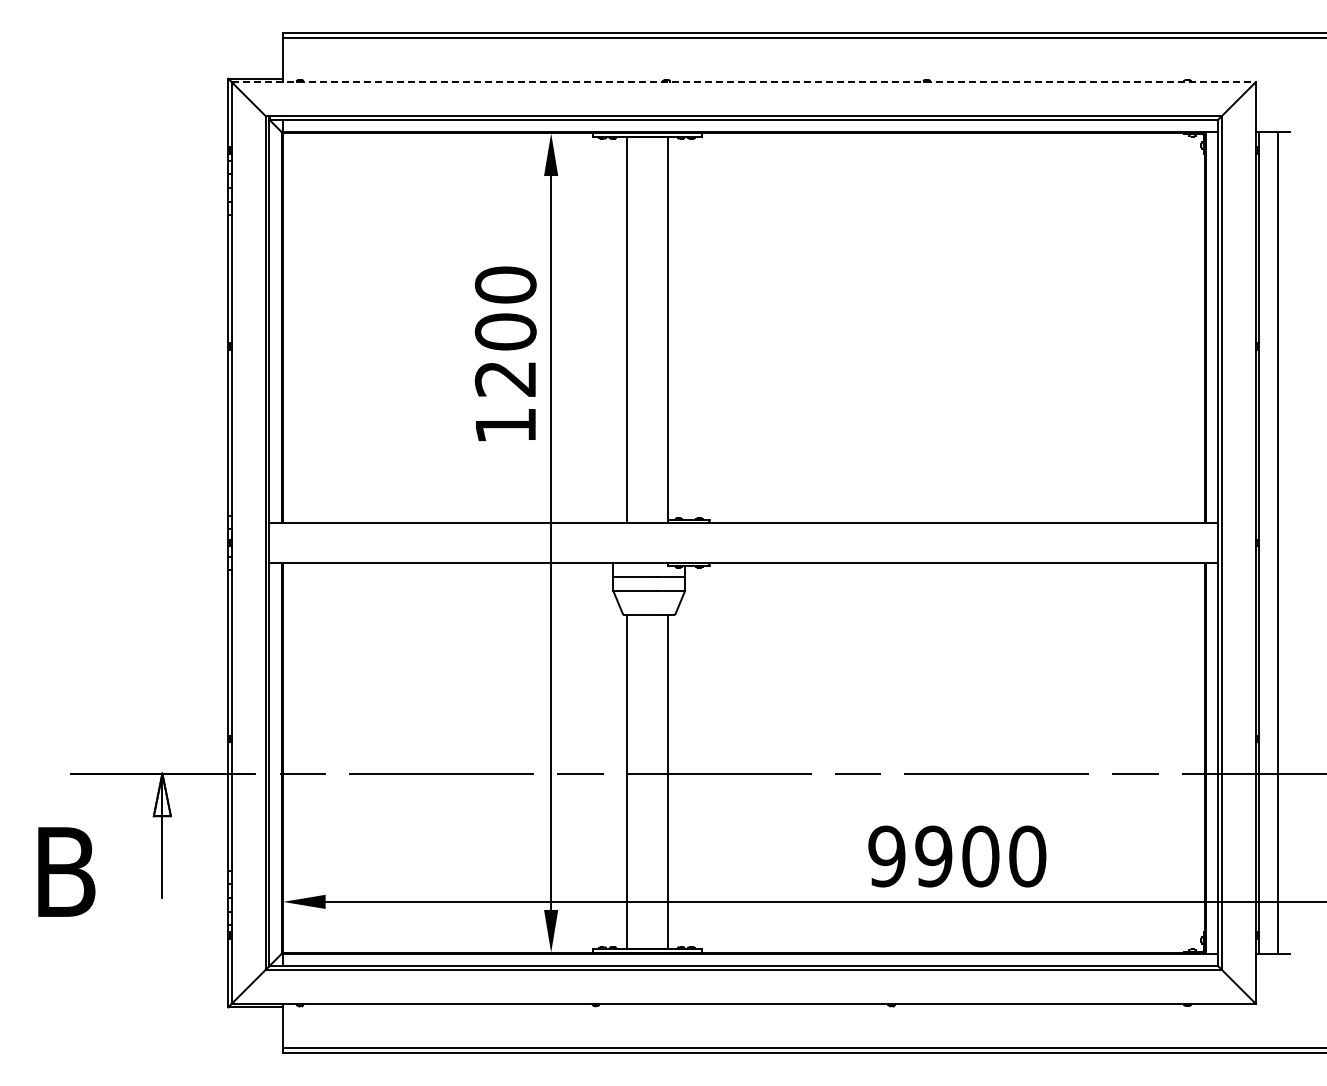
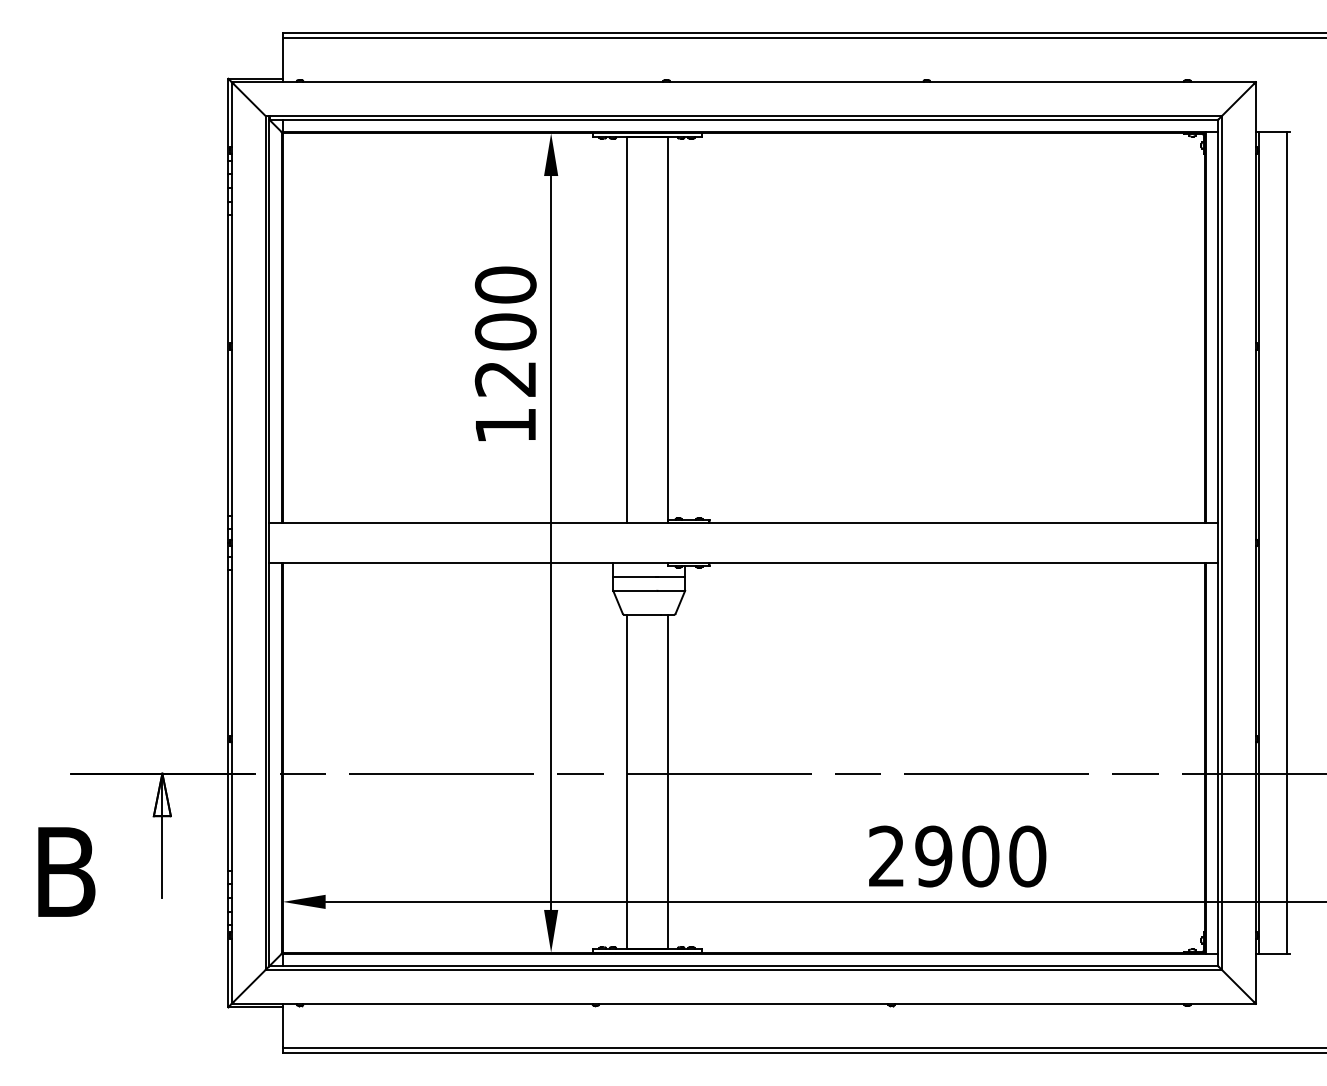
line at (744, 82): dashed -> solid
line at (1277, 542) position: (1277, 542) -> (1286, 542)
text at (886, 856): 9900 -> 2900
